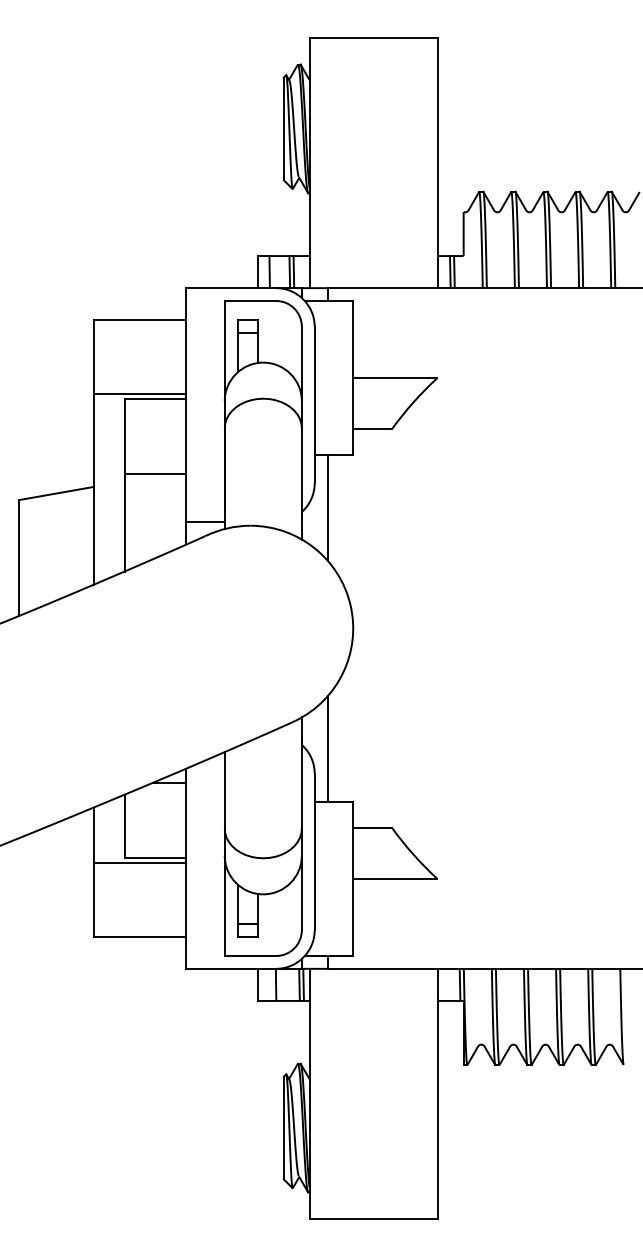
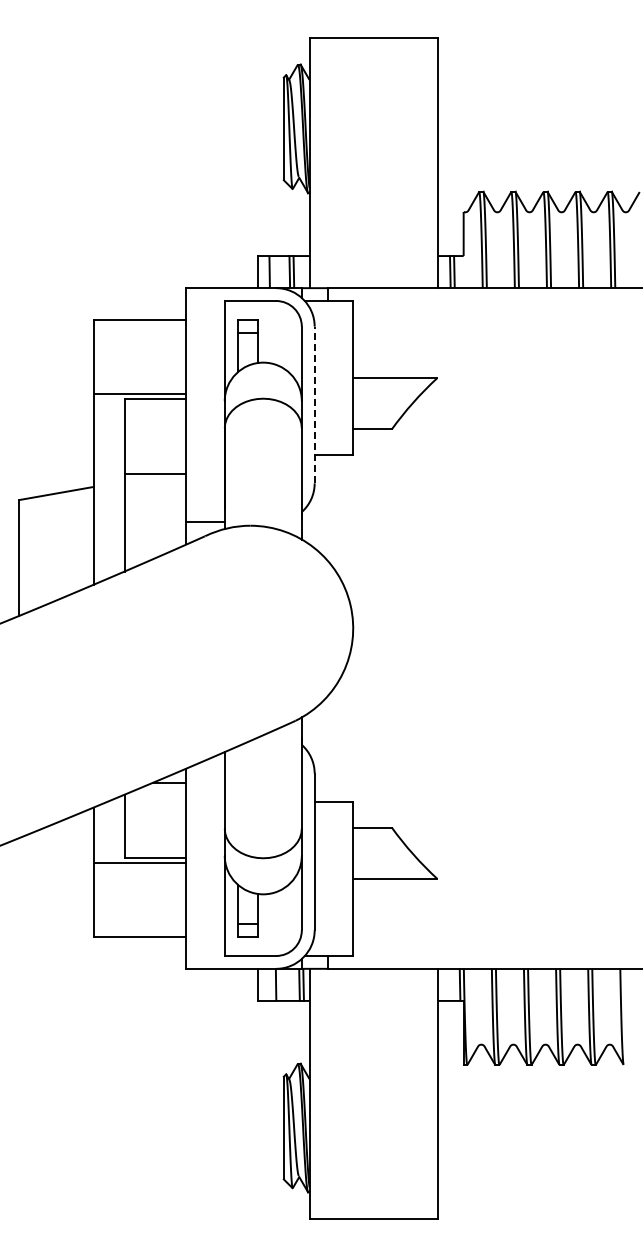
line at (314, 404): solid -> dashed
line at (327, 507): present -> none
line at (327, 748): present -> none
